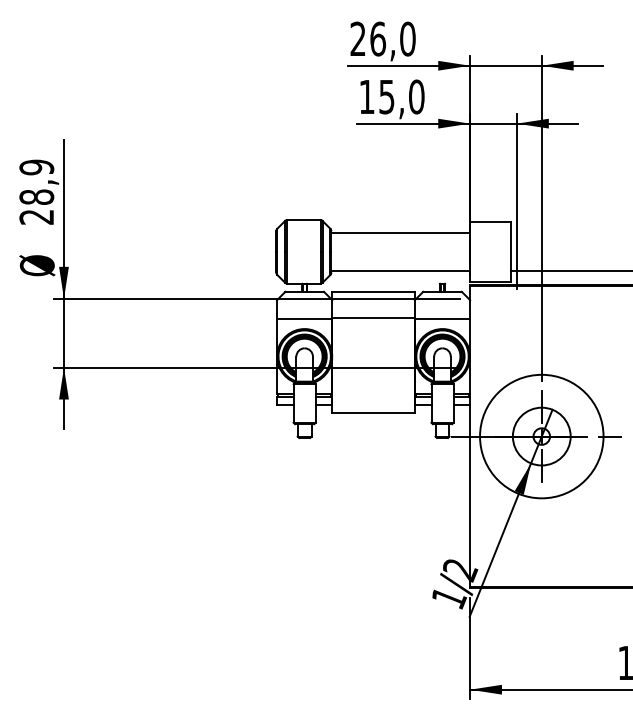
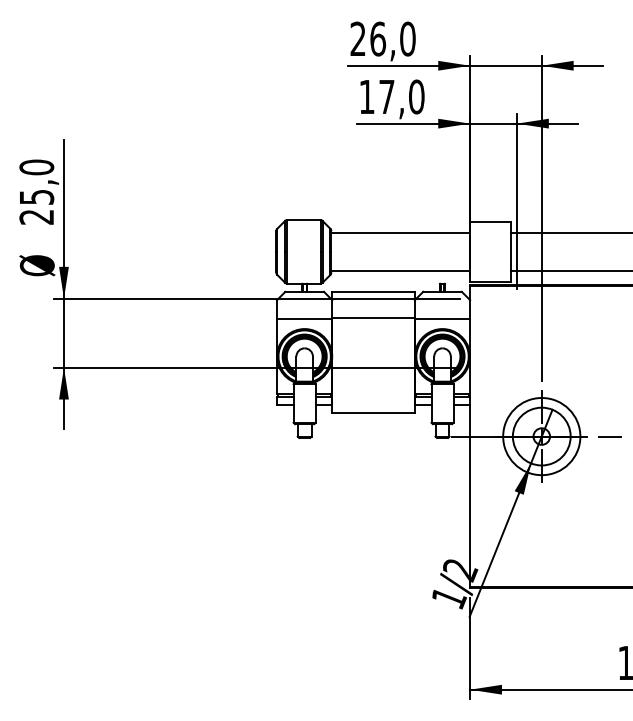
text at (386, 97): 15,0 -> 17,0
text at (36, 181): 28,9 -> 25,0
line at (570, 232): none -> present
circle at (541, 436) diameter: 124 px -> 77 px
